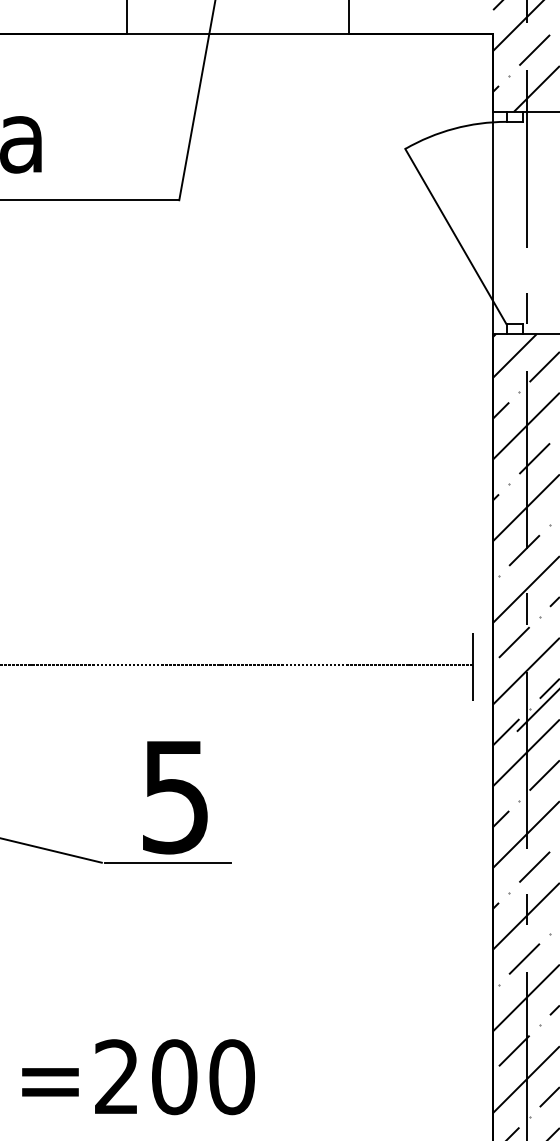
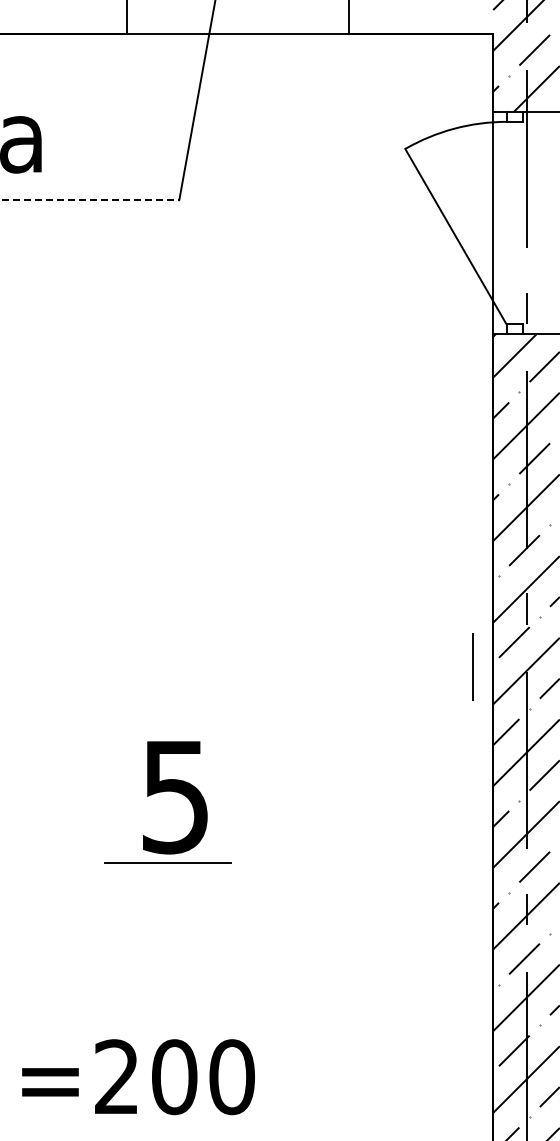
line at (90, 200): solid -> dashed
line at (237, 665): present -> none
line at (536, 710): present -> none
line at (51, 850): present -> none
